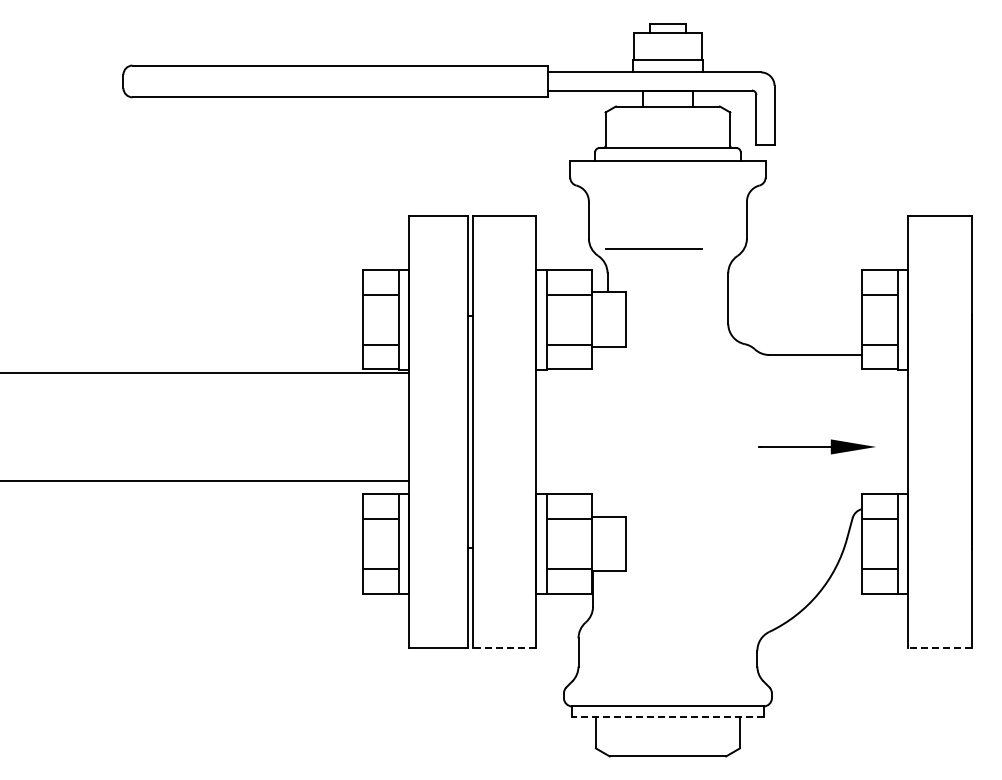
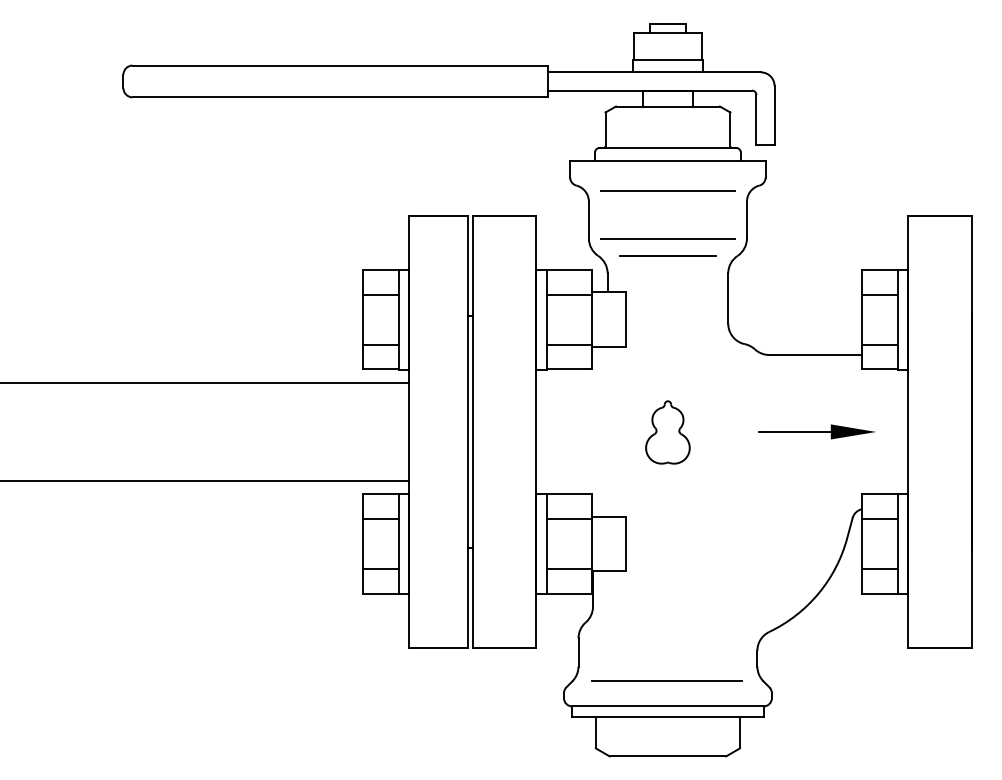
line at (667, 190): none -> present
line at (667, 238): none -> present
line at (653, 248) position: (653, 248) -> (667, 255)
line at (205, 372) position: (205, 372) -> (205, 382)
part at (667, 432): none -> present
part at (816, 446) position: (816, 446) -> (816, 431)
line at (504, 647): dashed -> solid
line at (940, 647): dashed -> solid
line at (666, 681): none -> present
line at (667, 716): dashed -> solid
